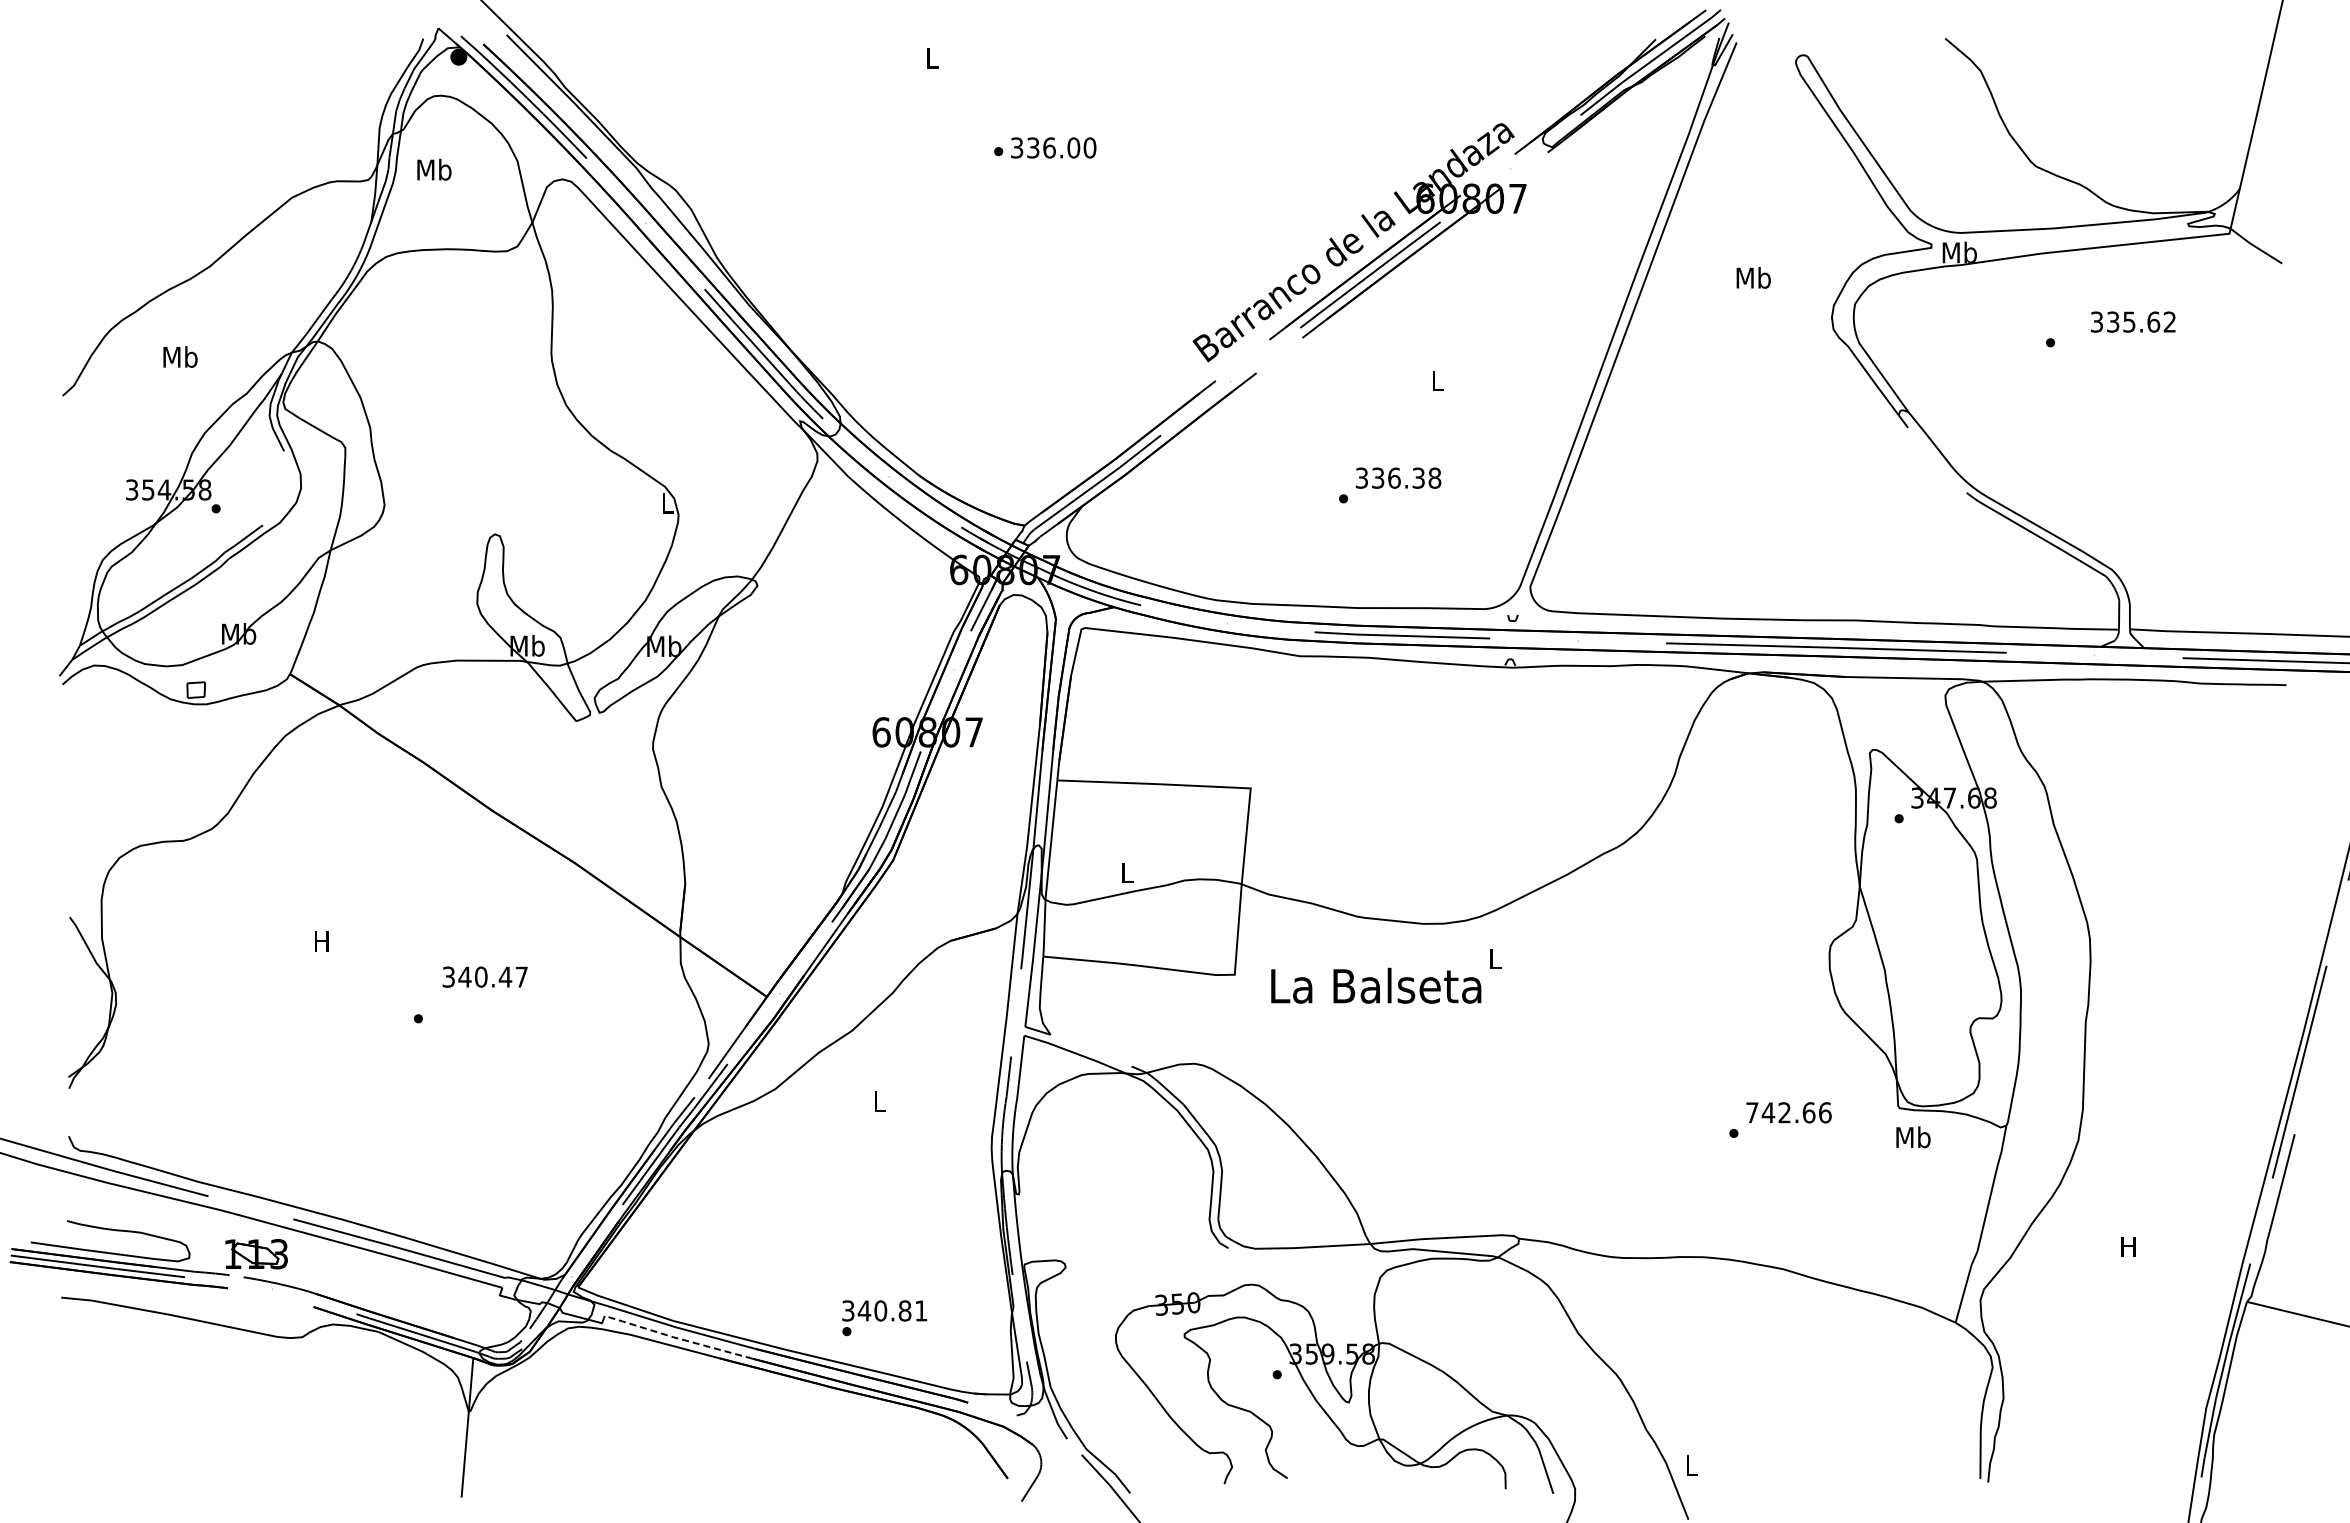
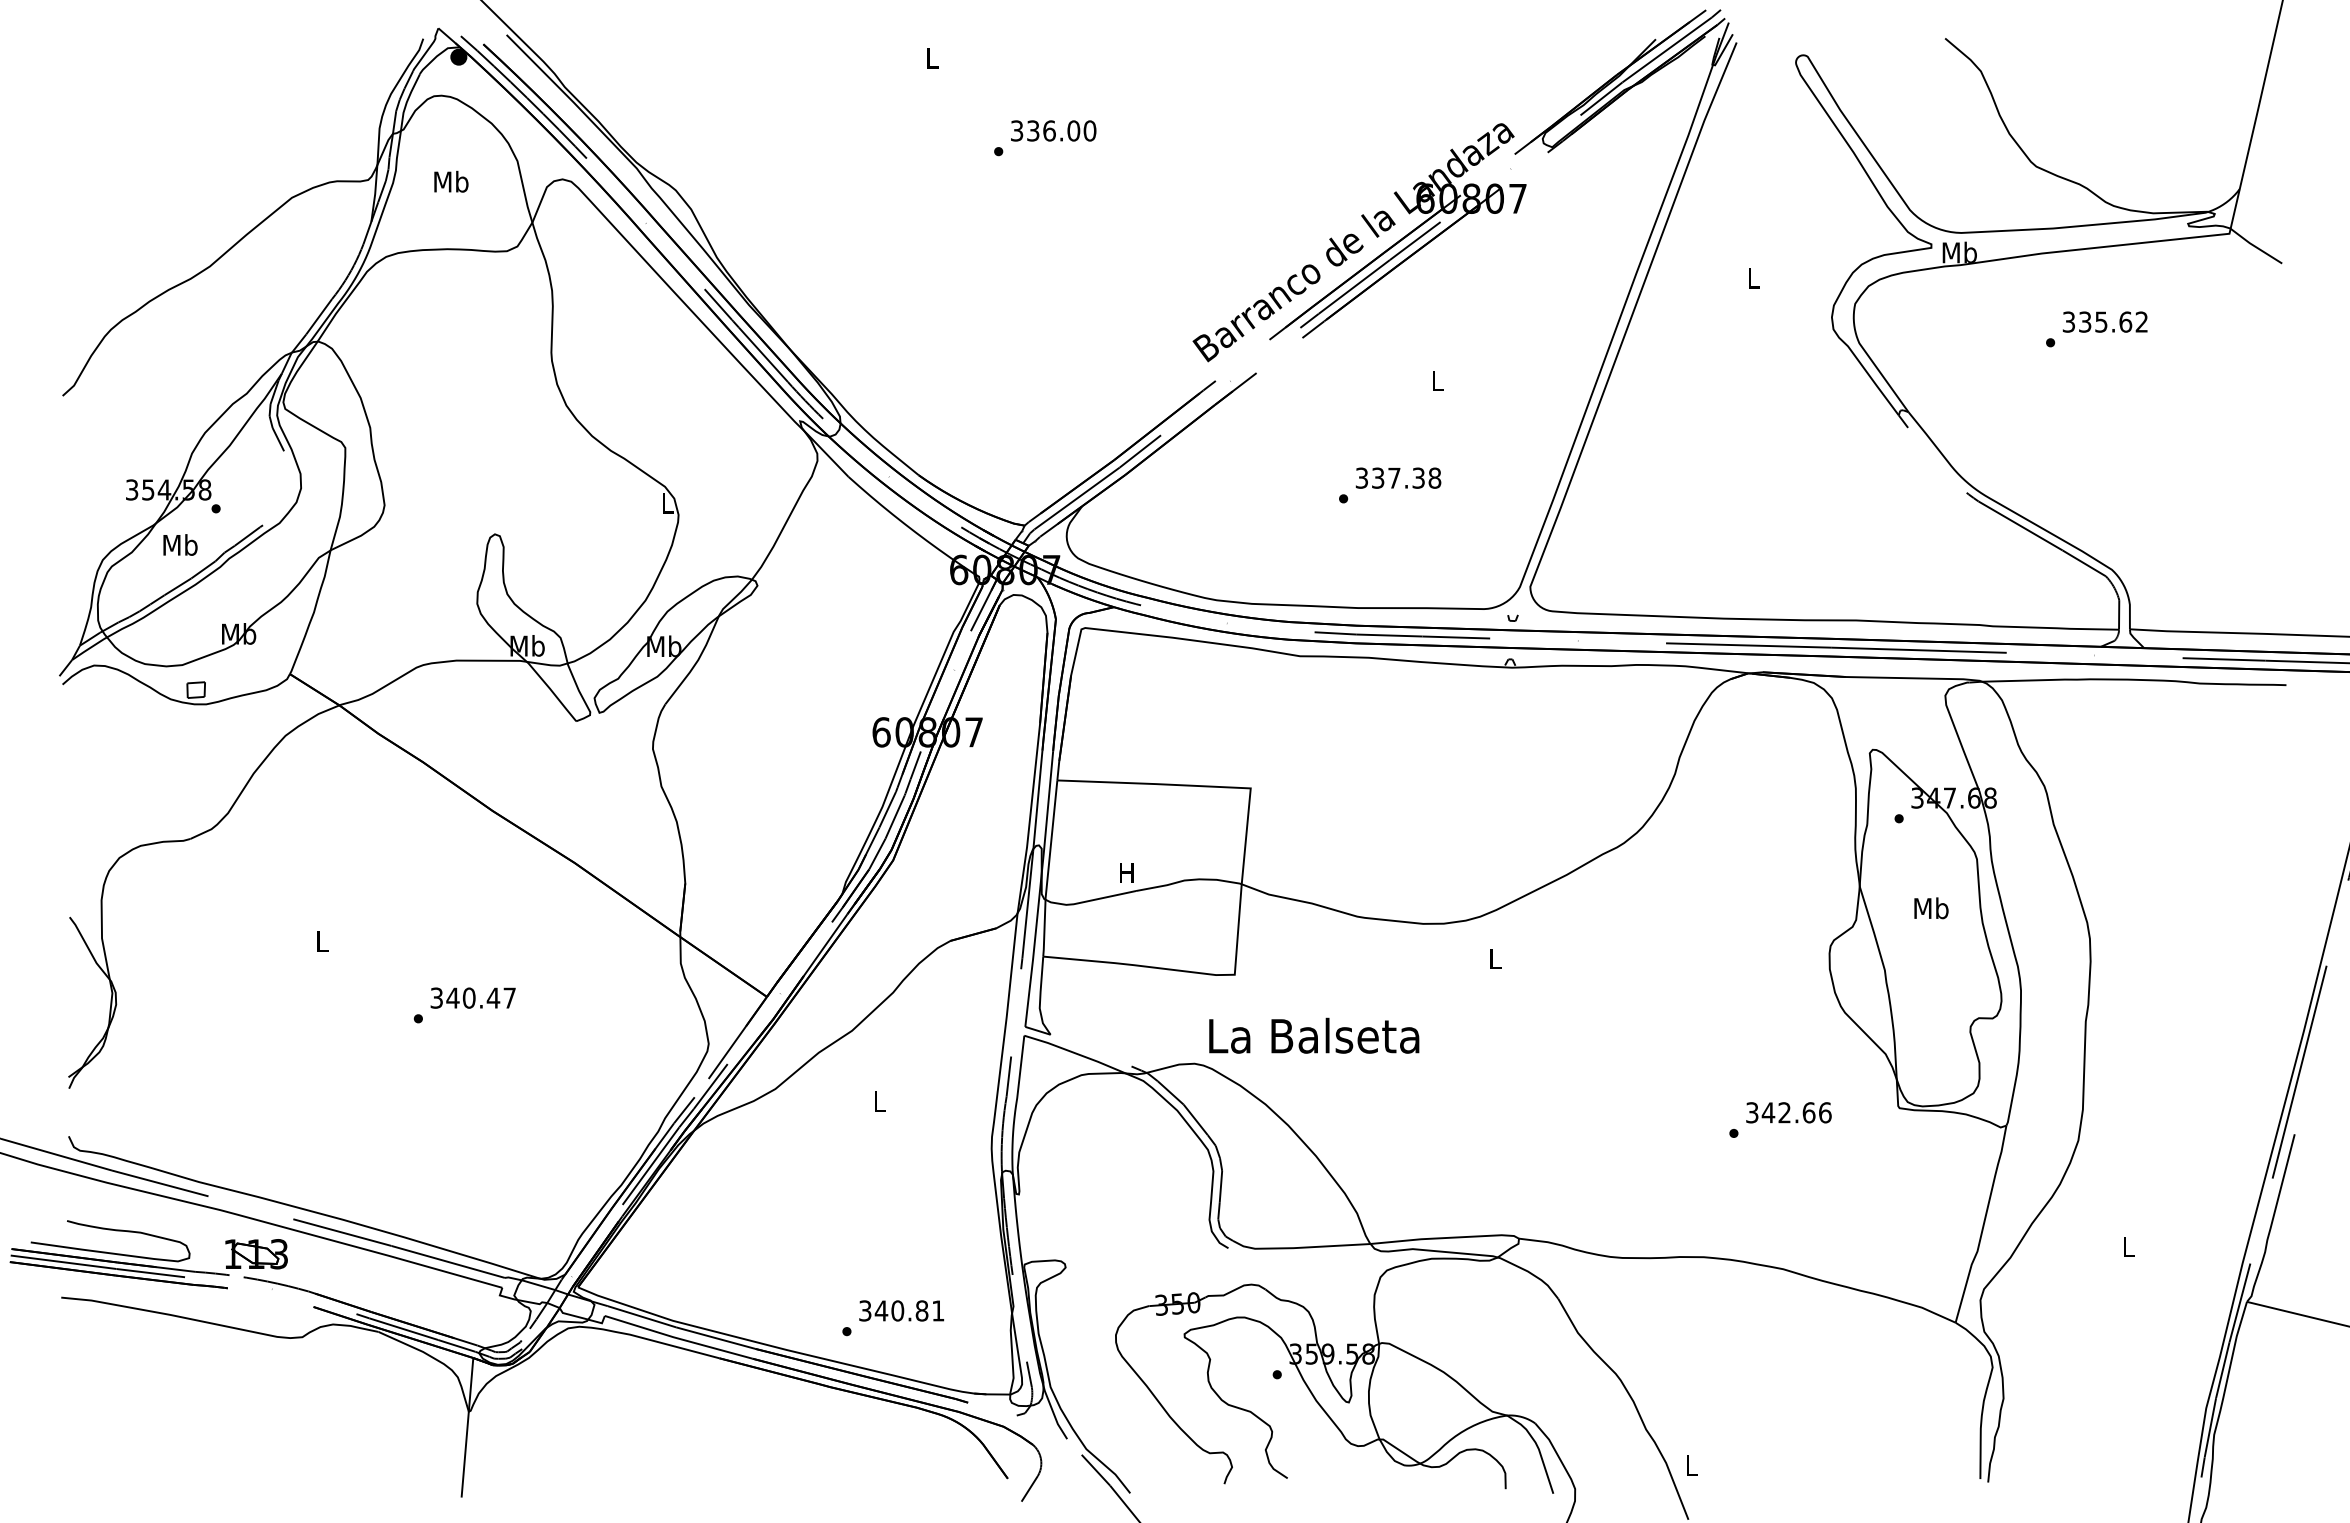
text at (1053, 147) position: (1053, 147) -> (1053, 130)
text at (434, 169) position: (434, 169) -> (451, 181)
text at (1753, 277): Mb -> L
text at (2132, 321) position: (2132, 321) -> (2104, 321)
text at (180, 356) position: (180, 356) -> (180, 544)
text at (1394, 477): 336.38 -> 337.38
text at (1126, 872): L -> H
text at (321, 941): H -> L
text at (484, 976) position: (484, 976) -> (472, 997)
text at (1376, 985) position: (1376, 985) -> (1314, 1035)
text at (1752, 1112): 742.66 -> 342.66
text at (1913, 1137) position: (1913, 1137) -> (1931, 908)
text at (2128, 1246): H -> L
text at (884, 1310) position: (884, 1310) -> (901, 1310)
line at (678, 1338): dashed -> solid
